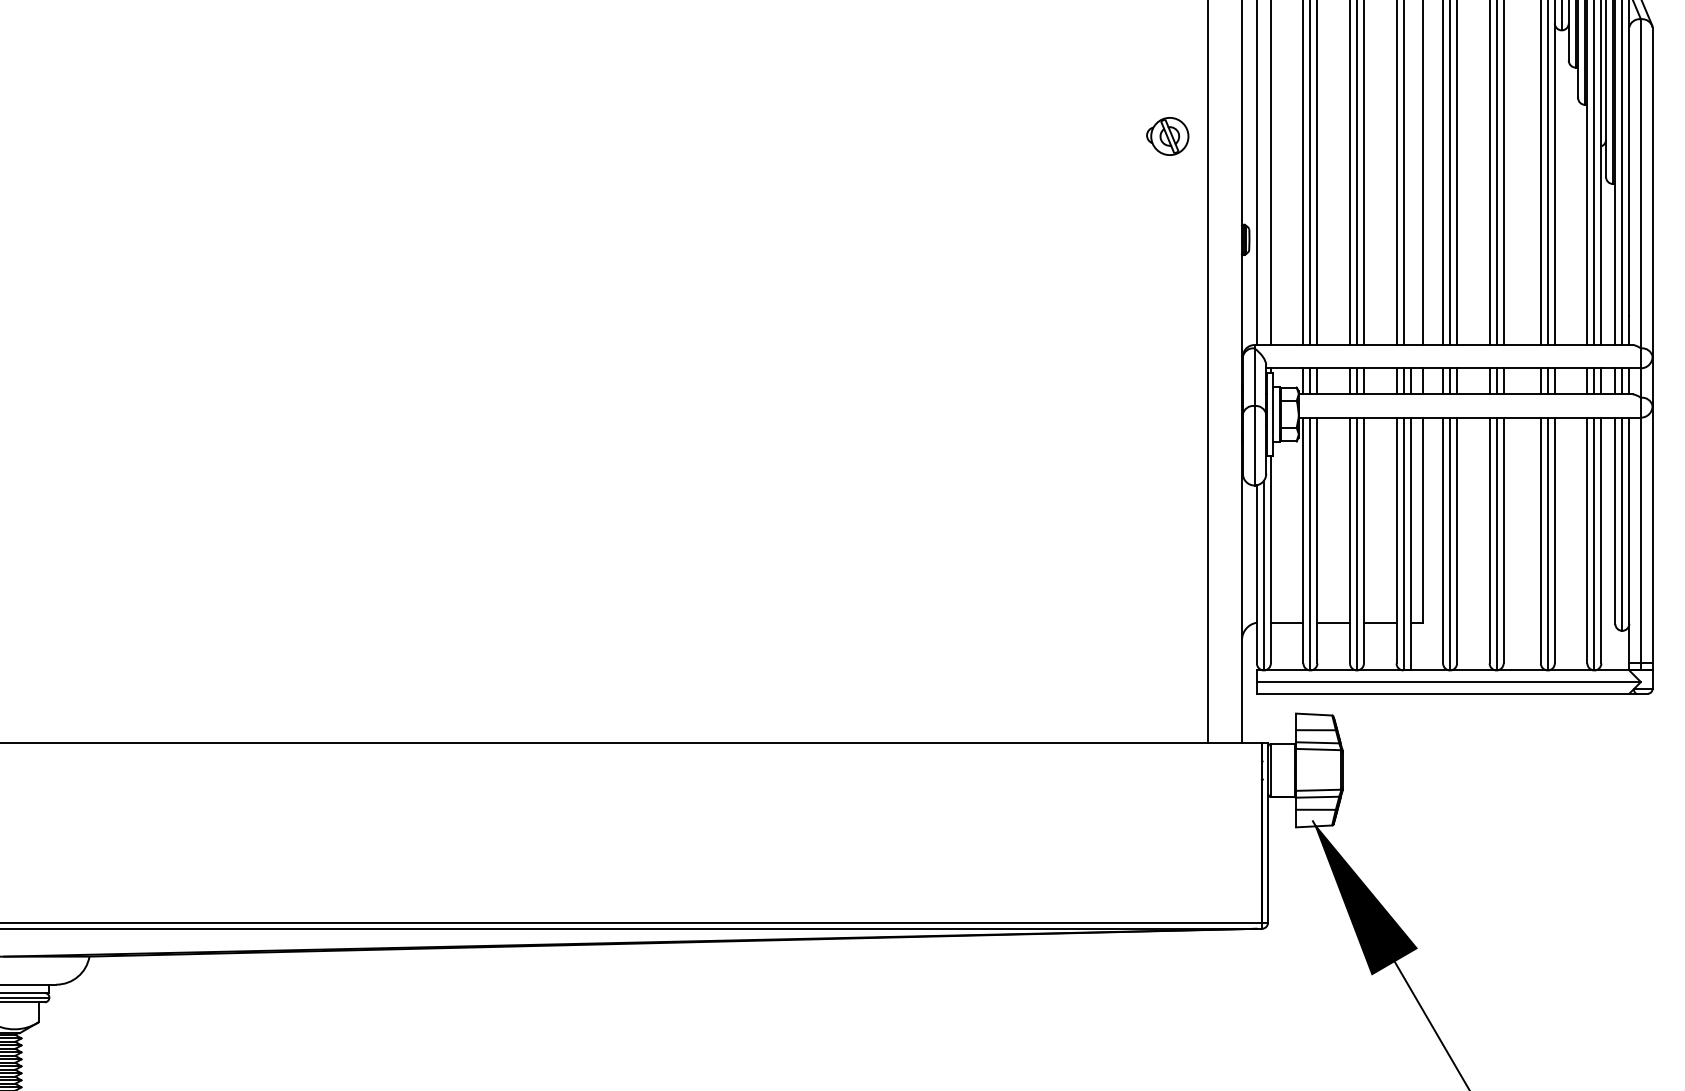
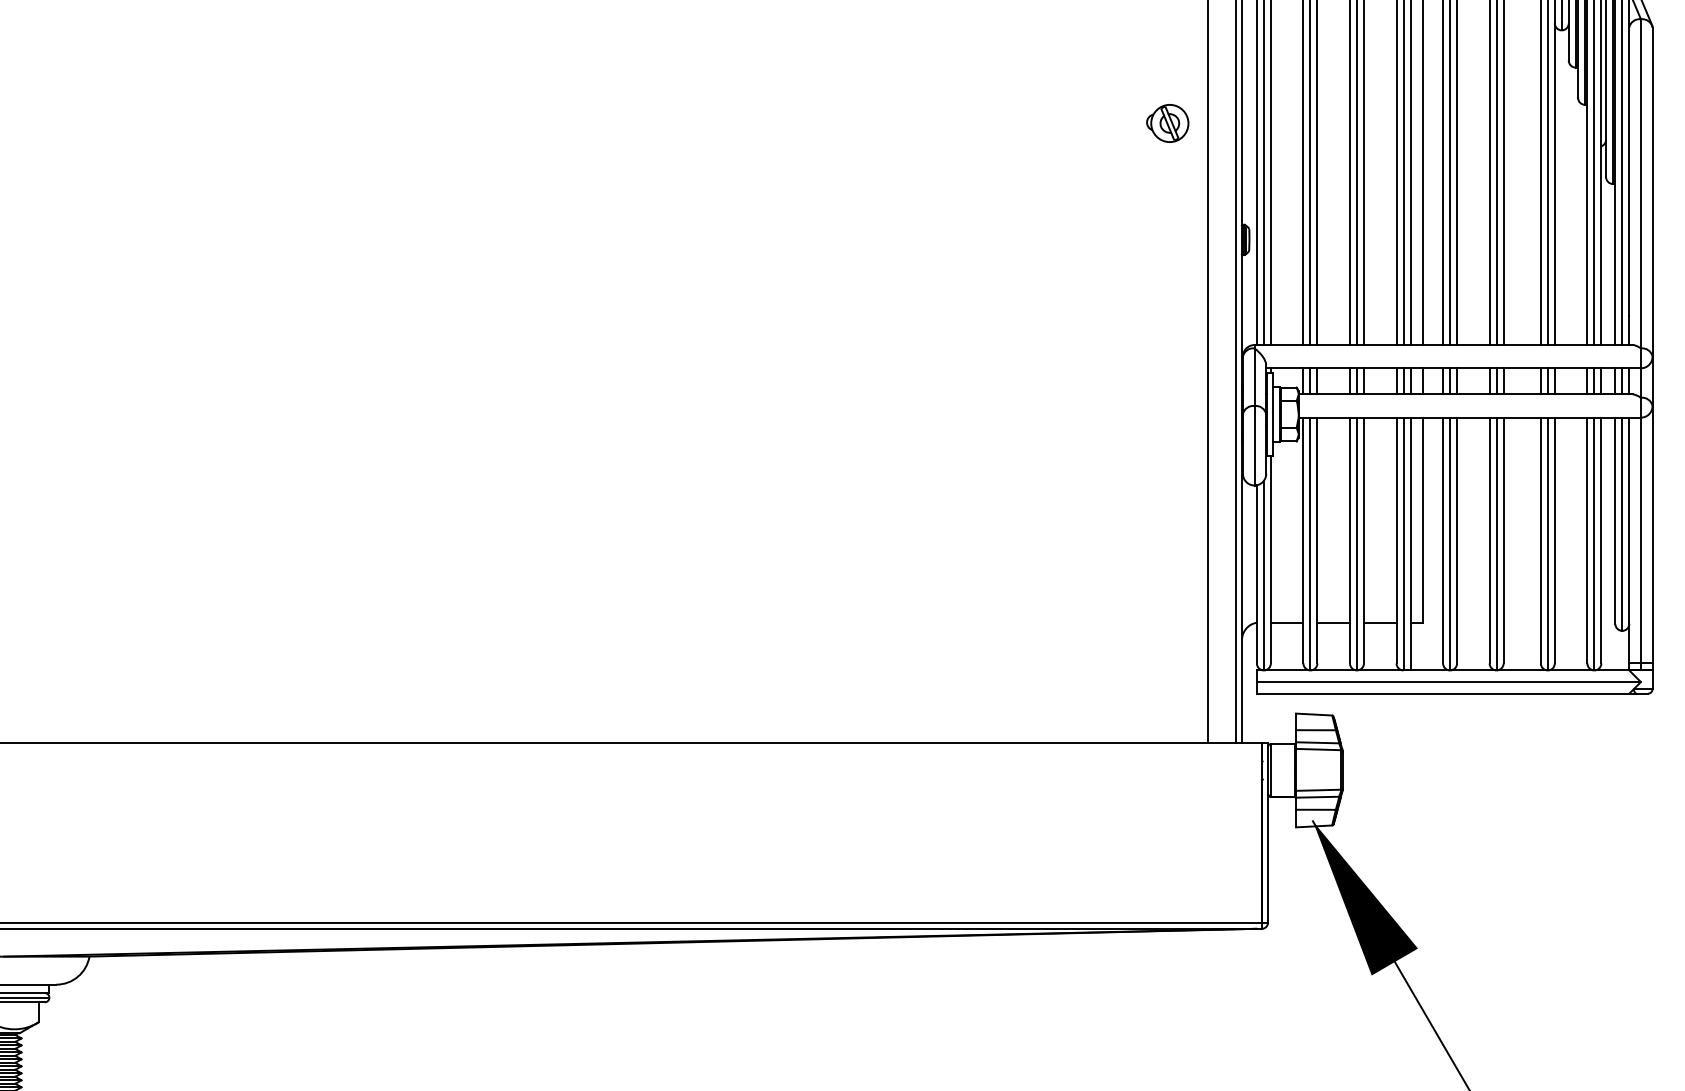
part at (1167, 136) position: (1167, 136) -> (1167, 123)
line at (1263, 173): none -> present
line at (1410, 173): none -> present
line at (1235, 372): none -> present
